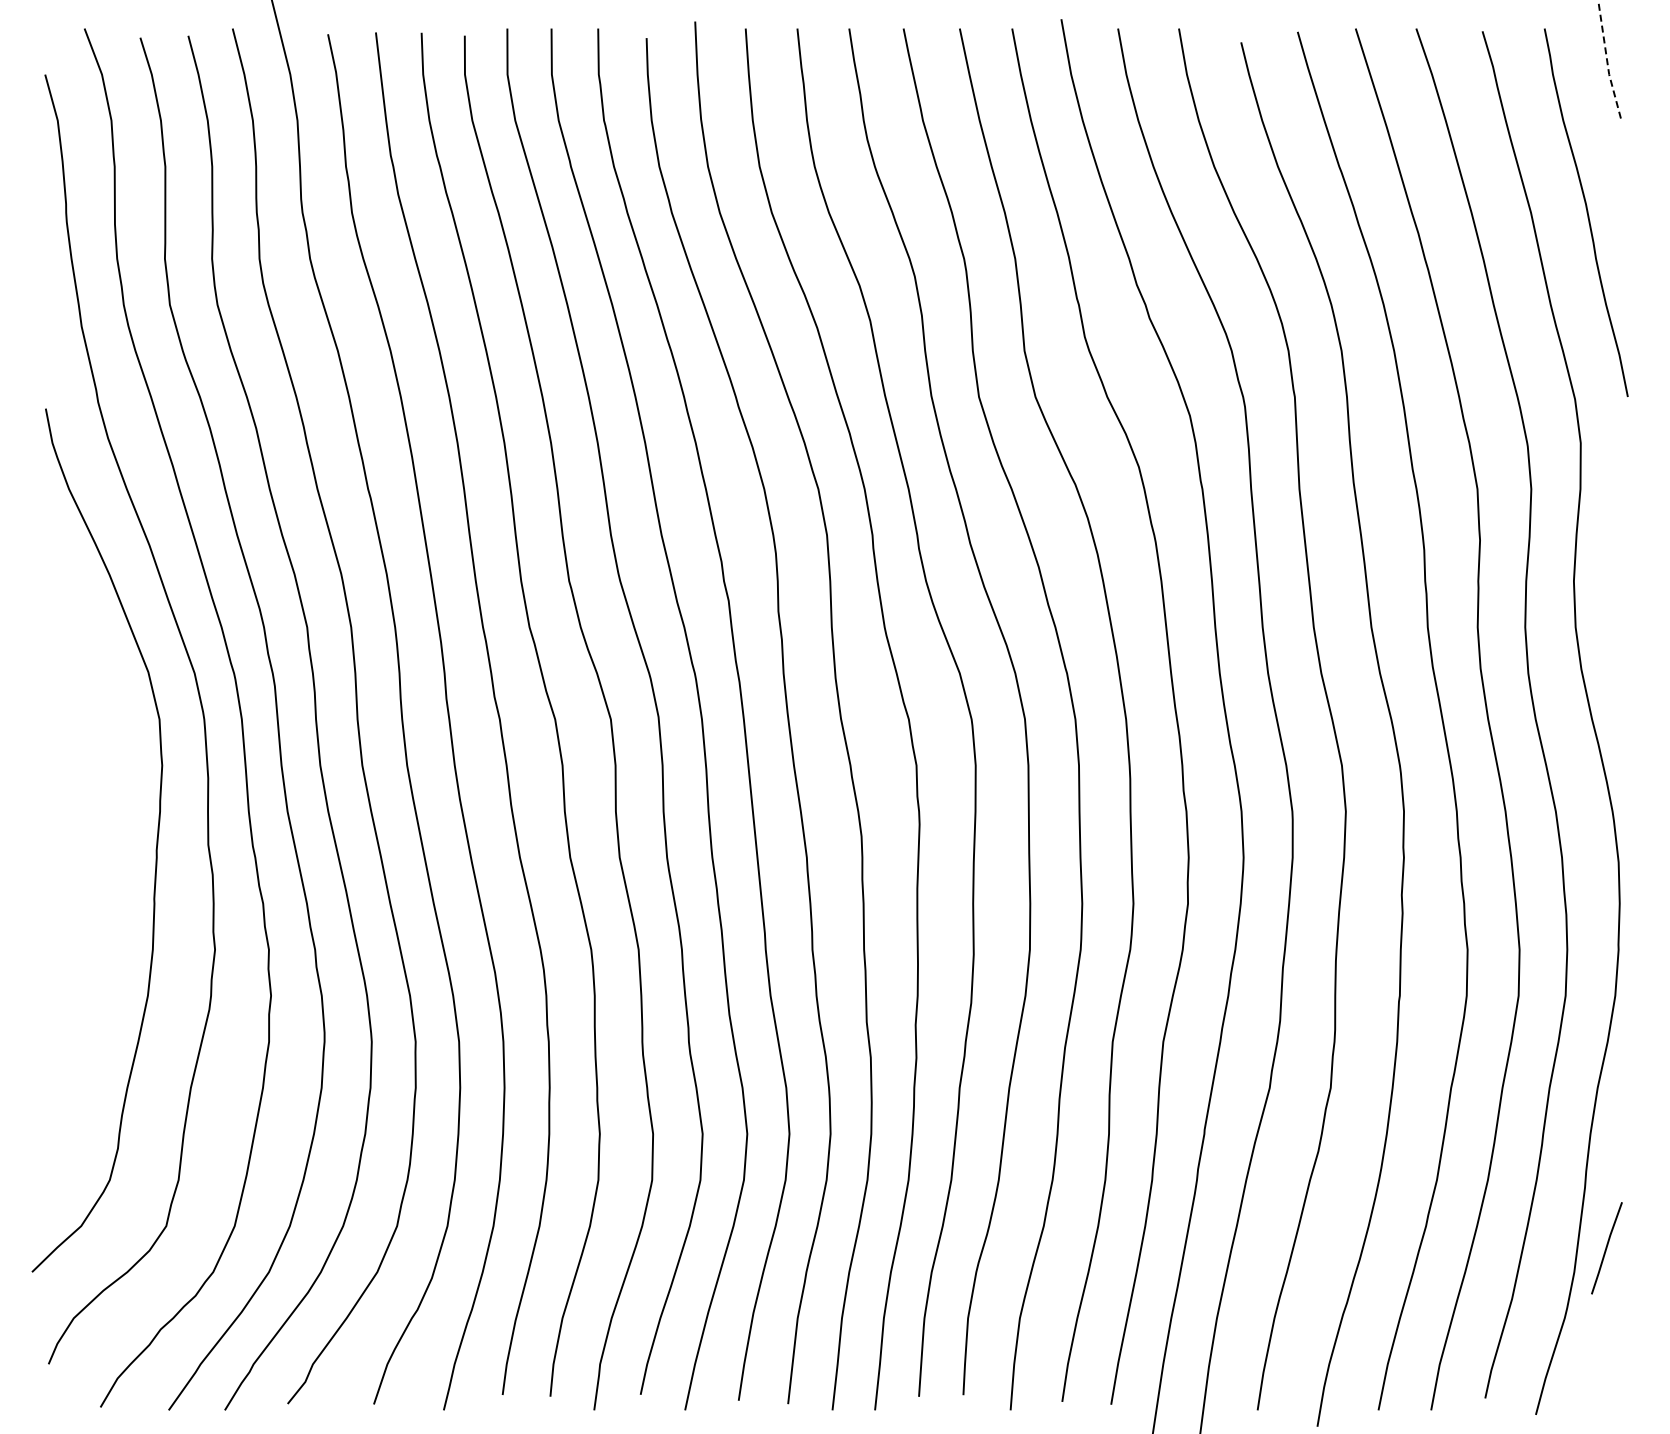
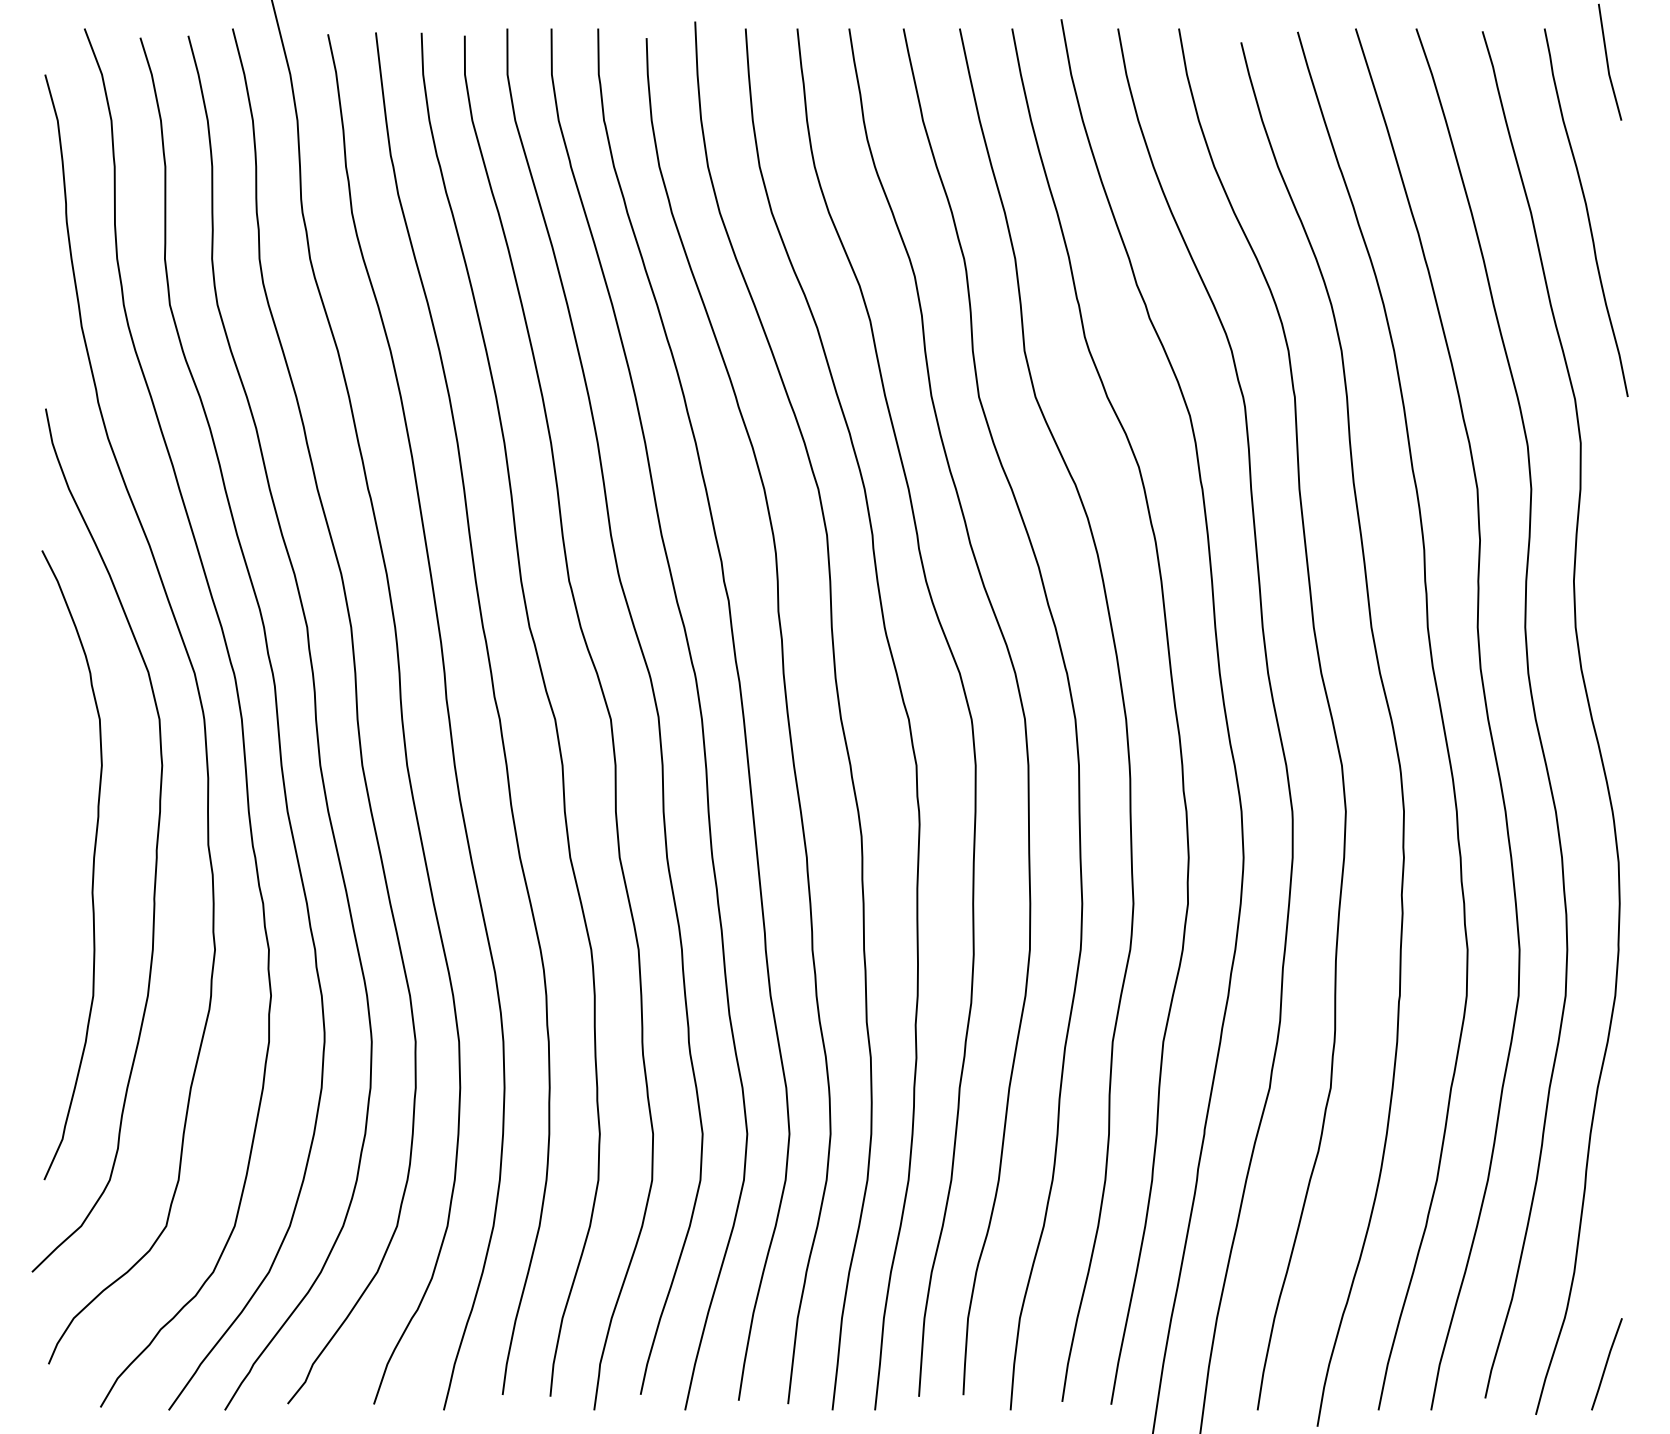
line at (1607, 63): dashed -> solid
curve at (92, 865): none -> present
line at (1606, 1248) position: (1606, 1248) -> (1606, 1364)
